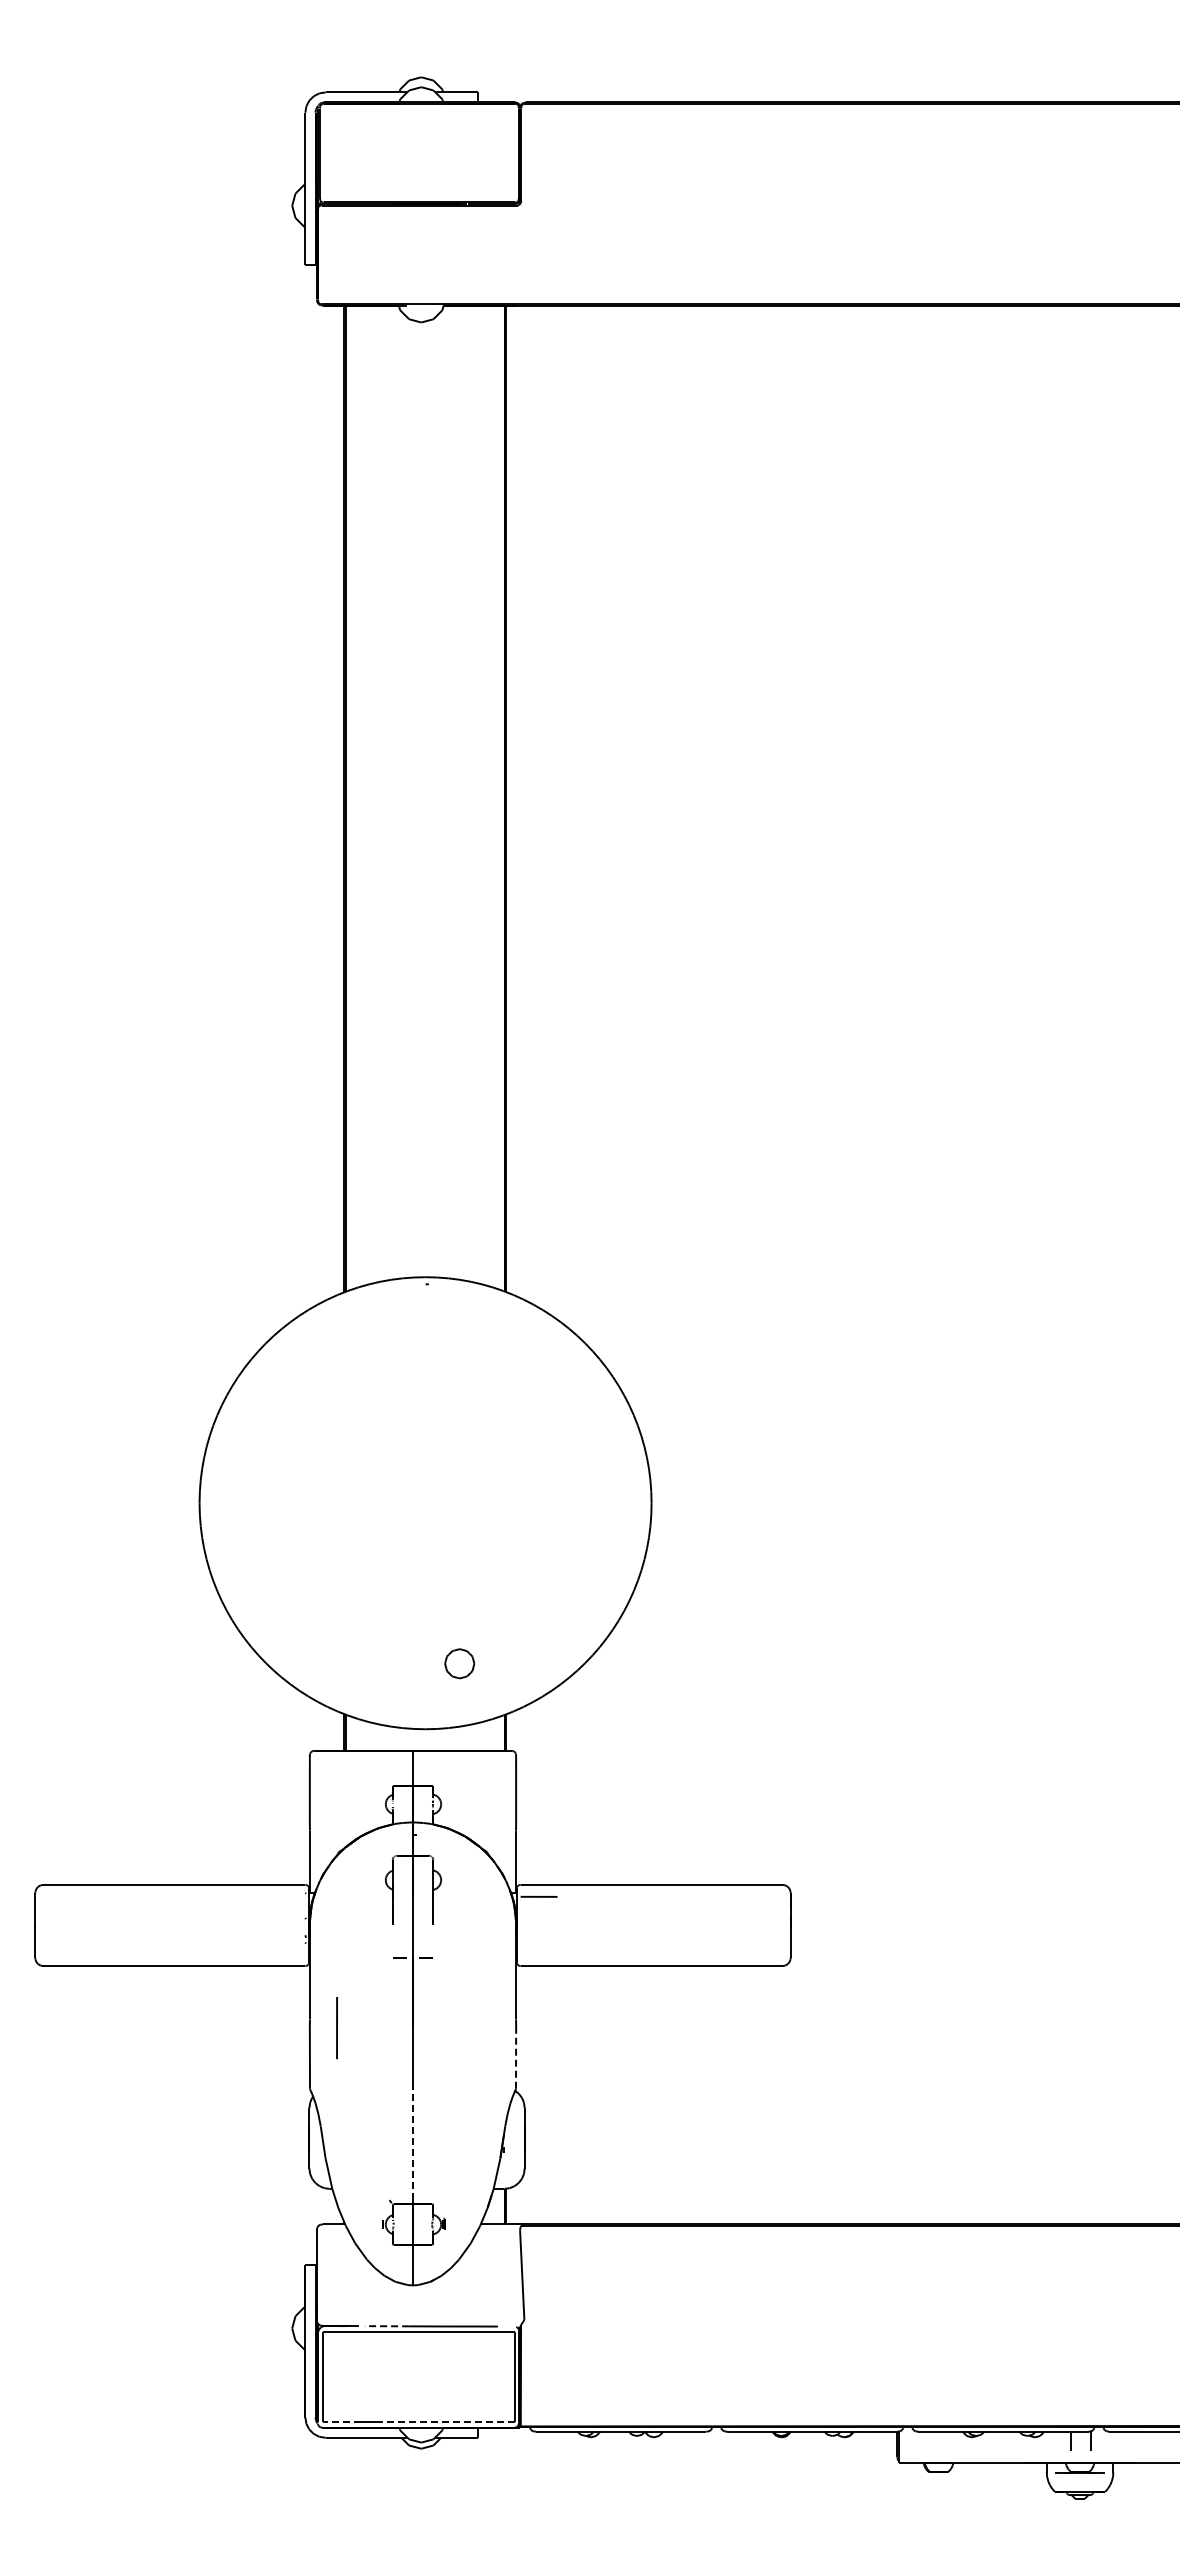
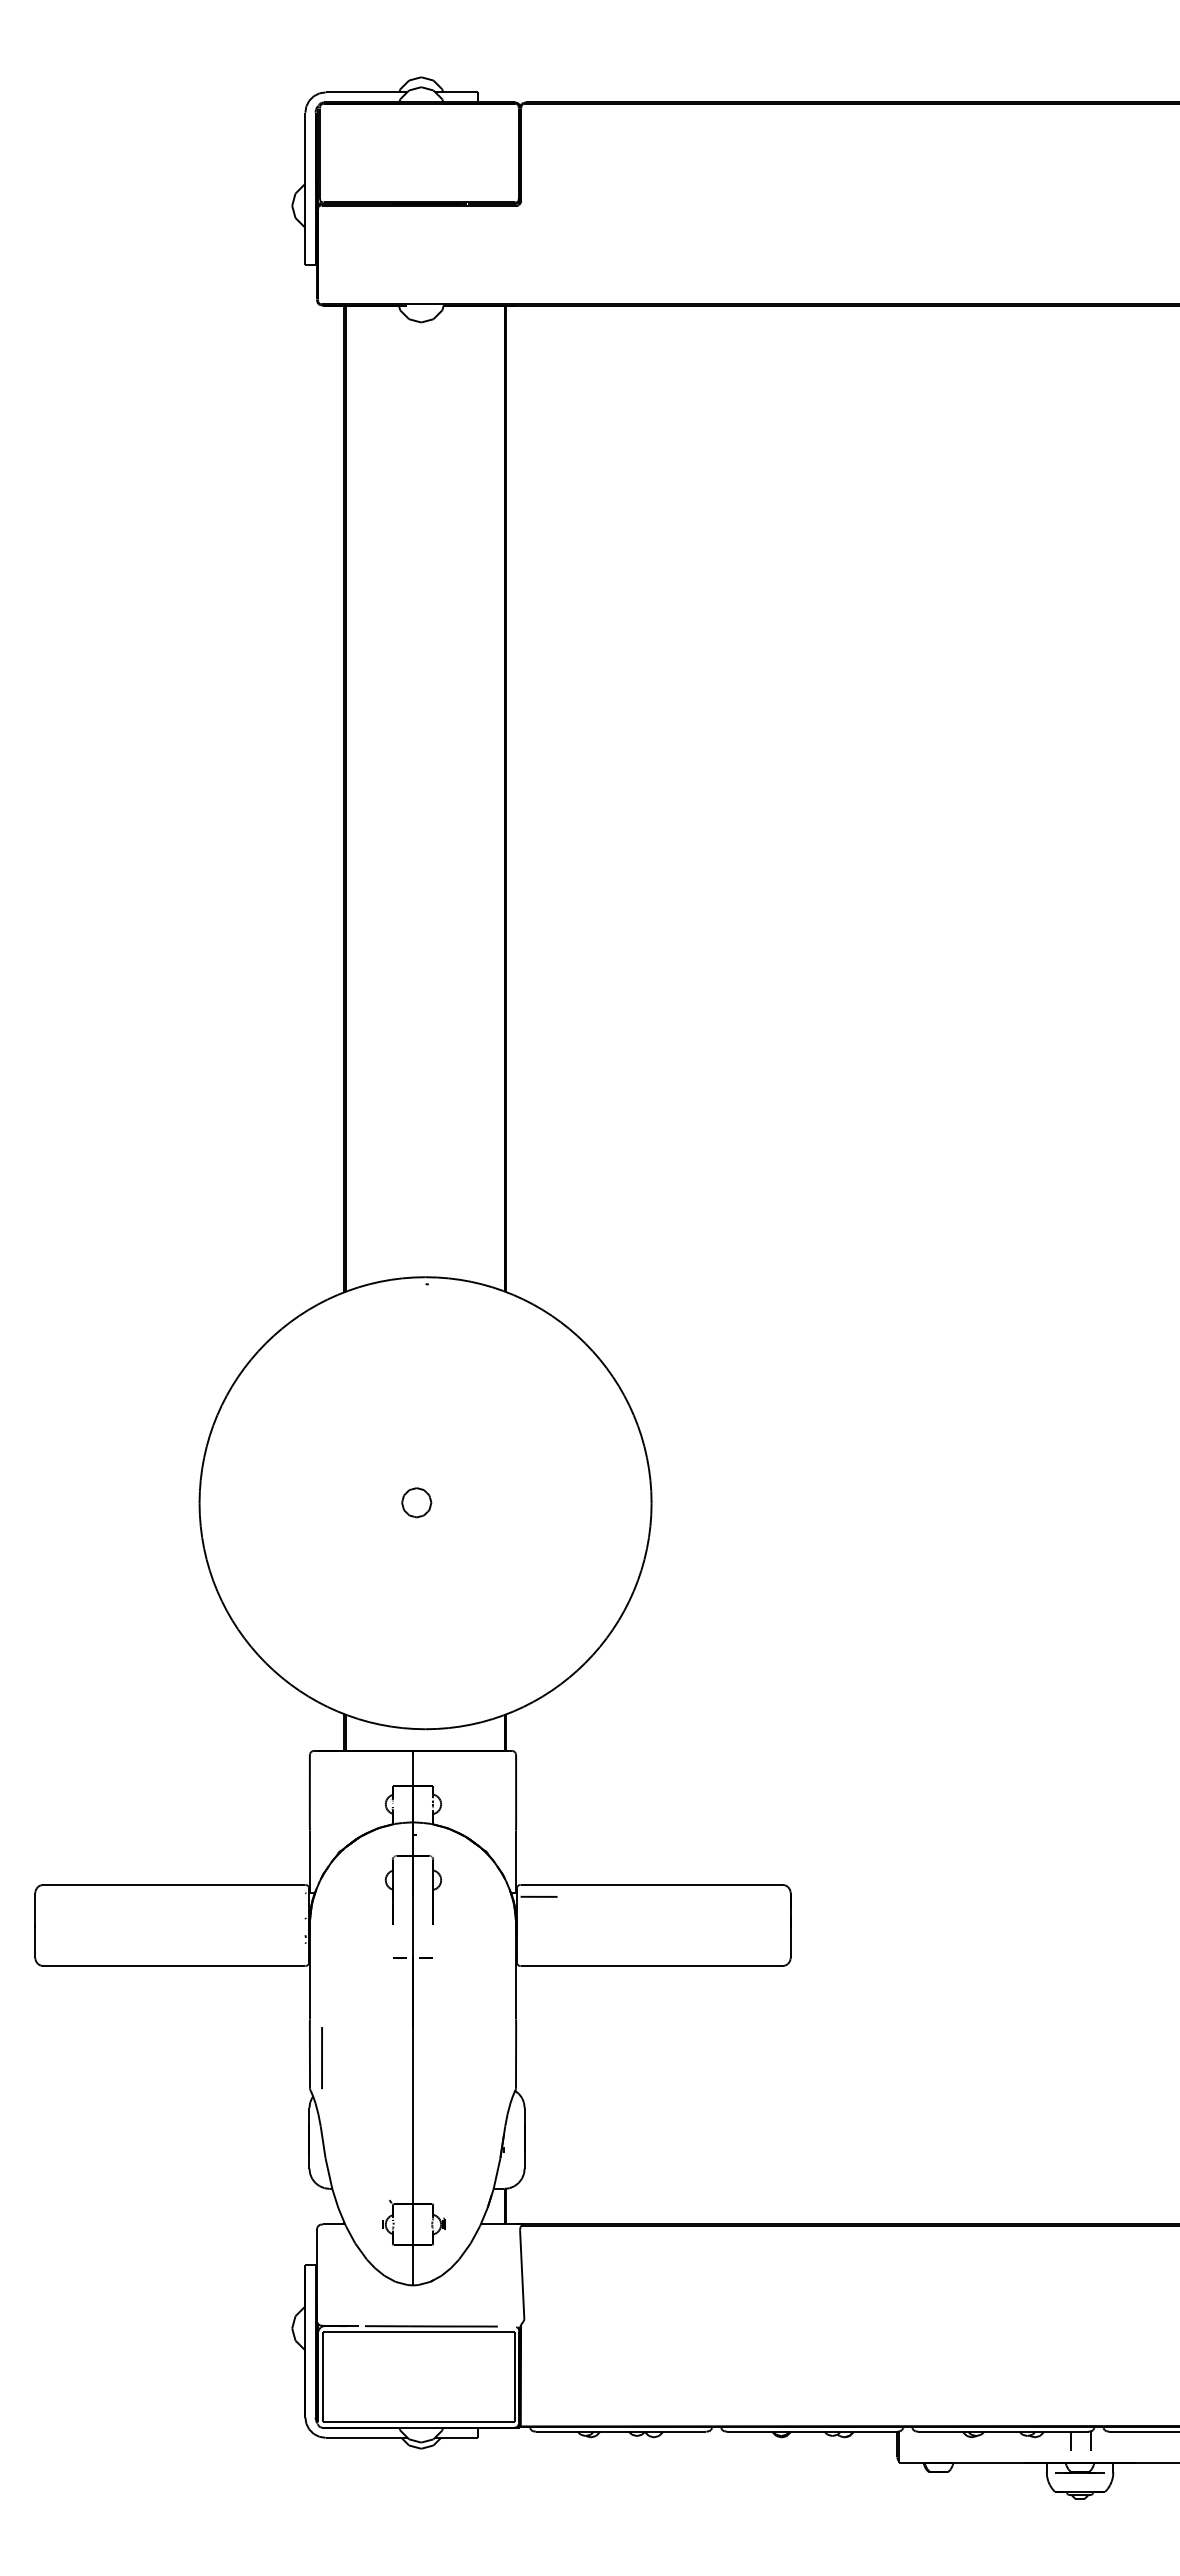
part at (459, 1663) position: (459, 1663) -> (416, 1502)
line at (336, 2028) position: (336, 2028) -> (321, 2058)
line at (516, 2057): dashed -> solid
line at (413, 2143): dashed -> solid
line at (386, 2326): dashed -> solid
line at (341, 2421): dashed -> solid
line at (447, 2421): dashed -> solid
